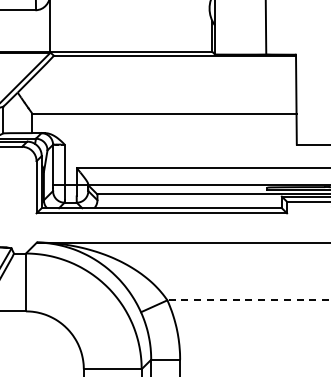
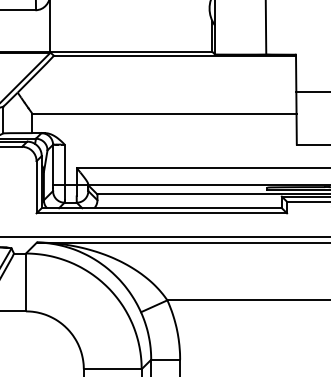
line at (311, 92): none -> present
line at (164, 237): none -> present
line at (248, 300): dashed -> solid
